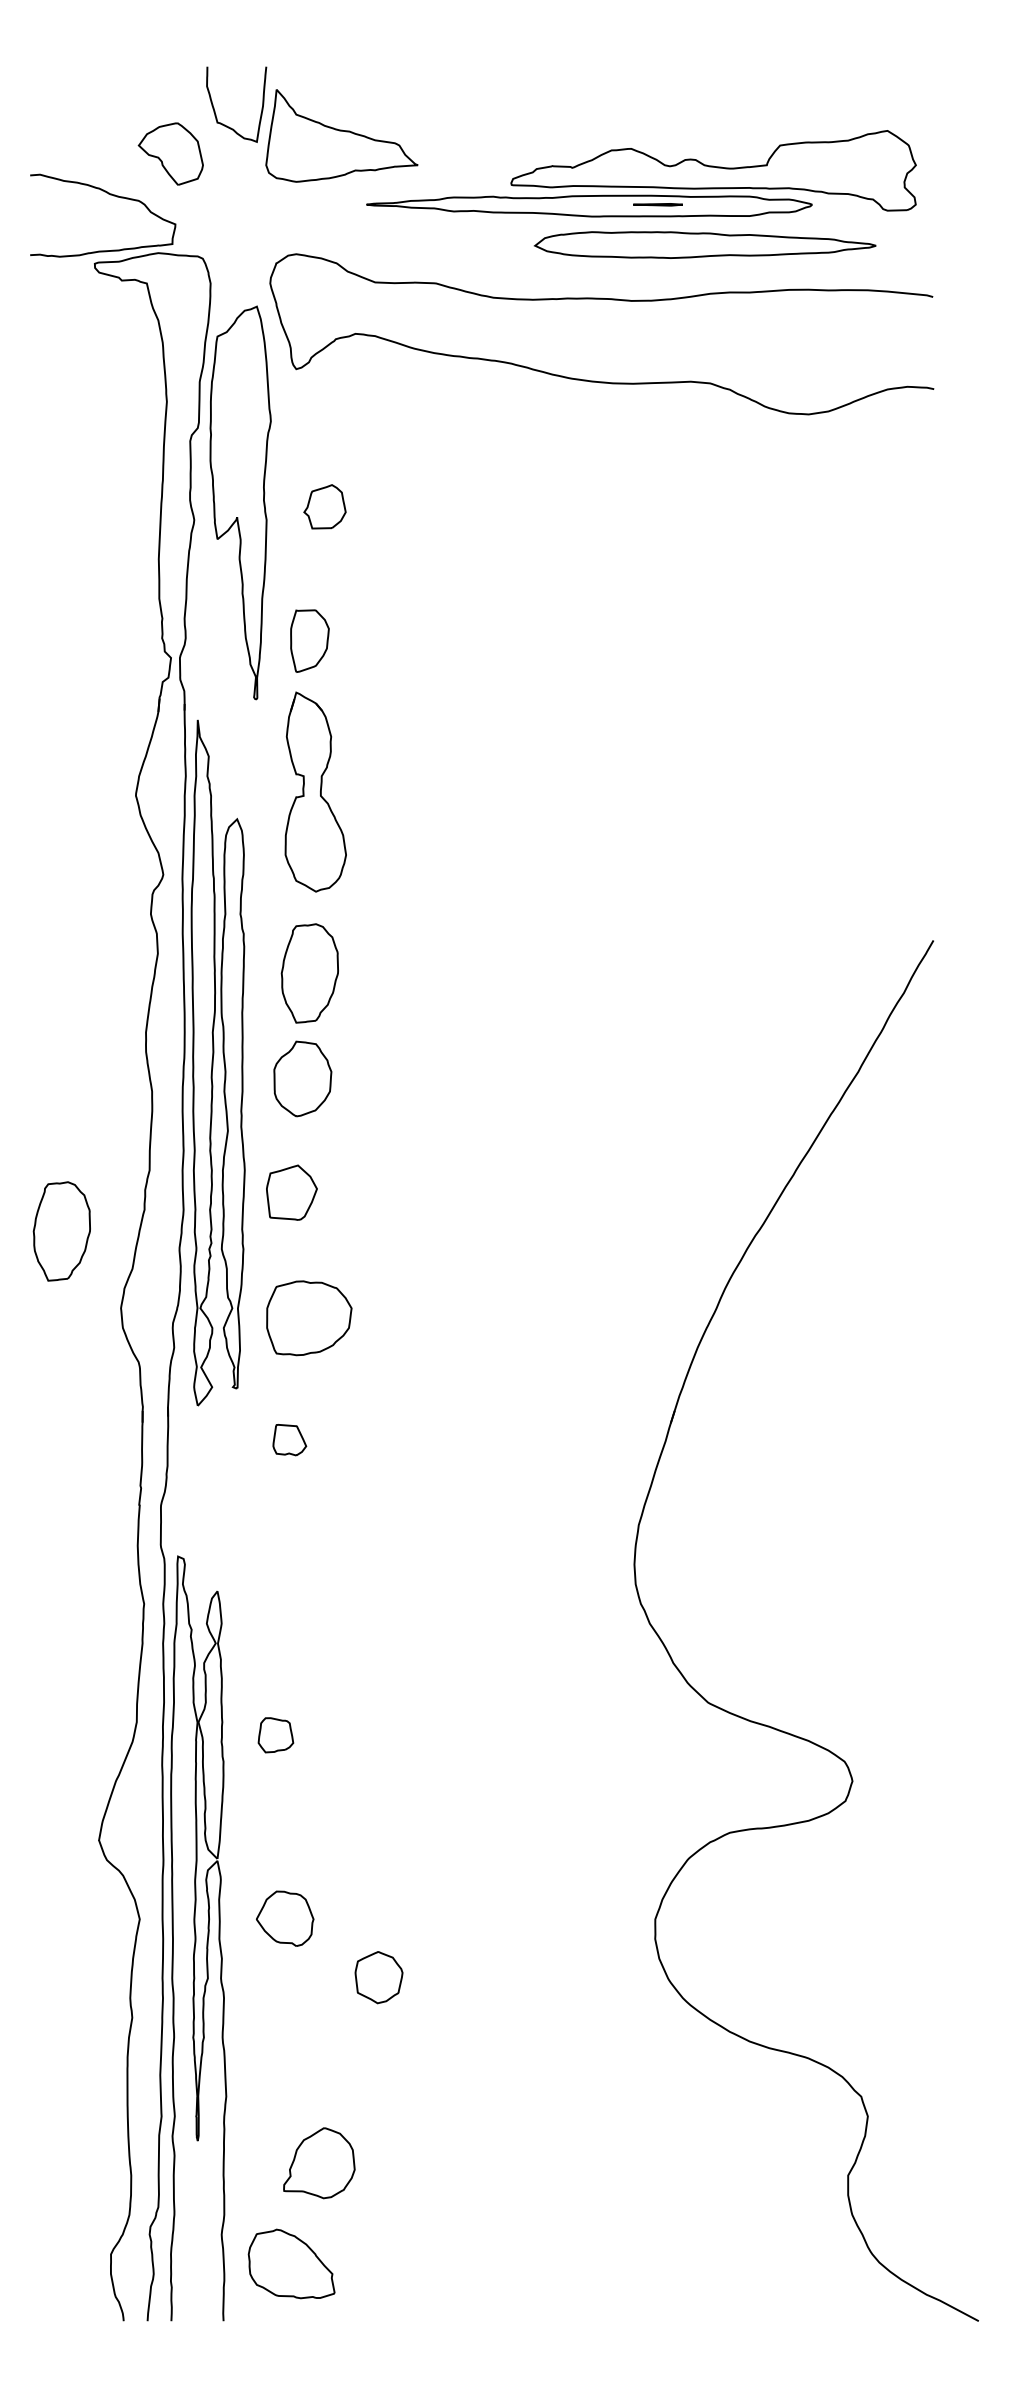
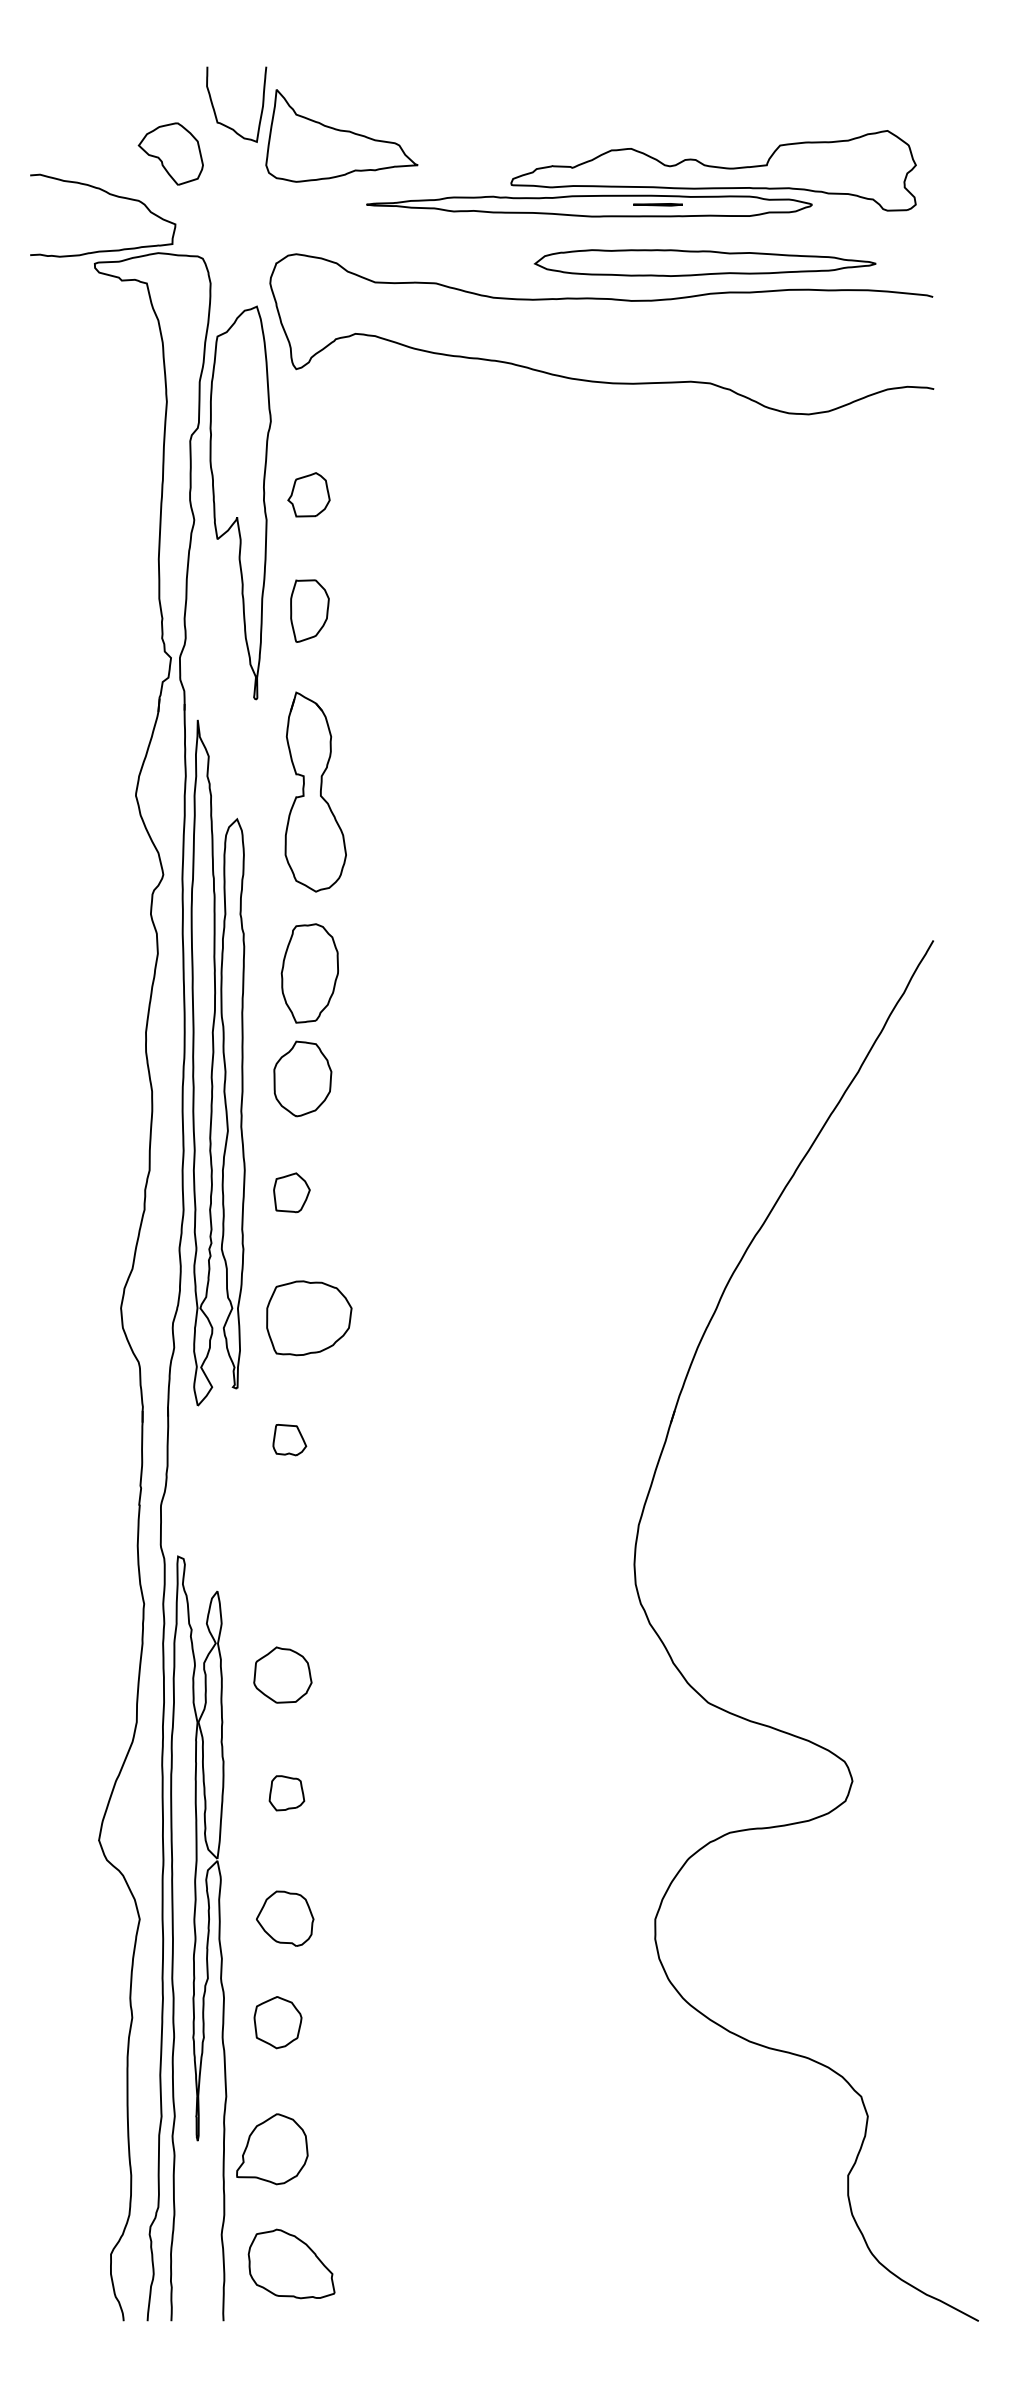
part at (704, 244) position: (704, 244) -> (704, 262)
part at (324, 506) position: (324, 506) -> (308, 494)
part at (309, 640) position: (309, 640) -> (309, 610)
part at (291, 1192) size: 52x57 px -> 38x42 px
part at (61, 1231): present -> none
part at (282, 1674): none -> present
part at (275, 1735) position: (275, 1735) -> (286, 1793)
part at (378, 1977) position: (378, 1977) -> (277, 2022)
part at (319, 2163) position: (319, 2163) -> (272, 2149)
